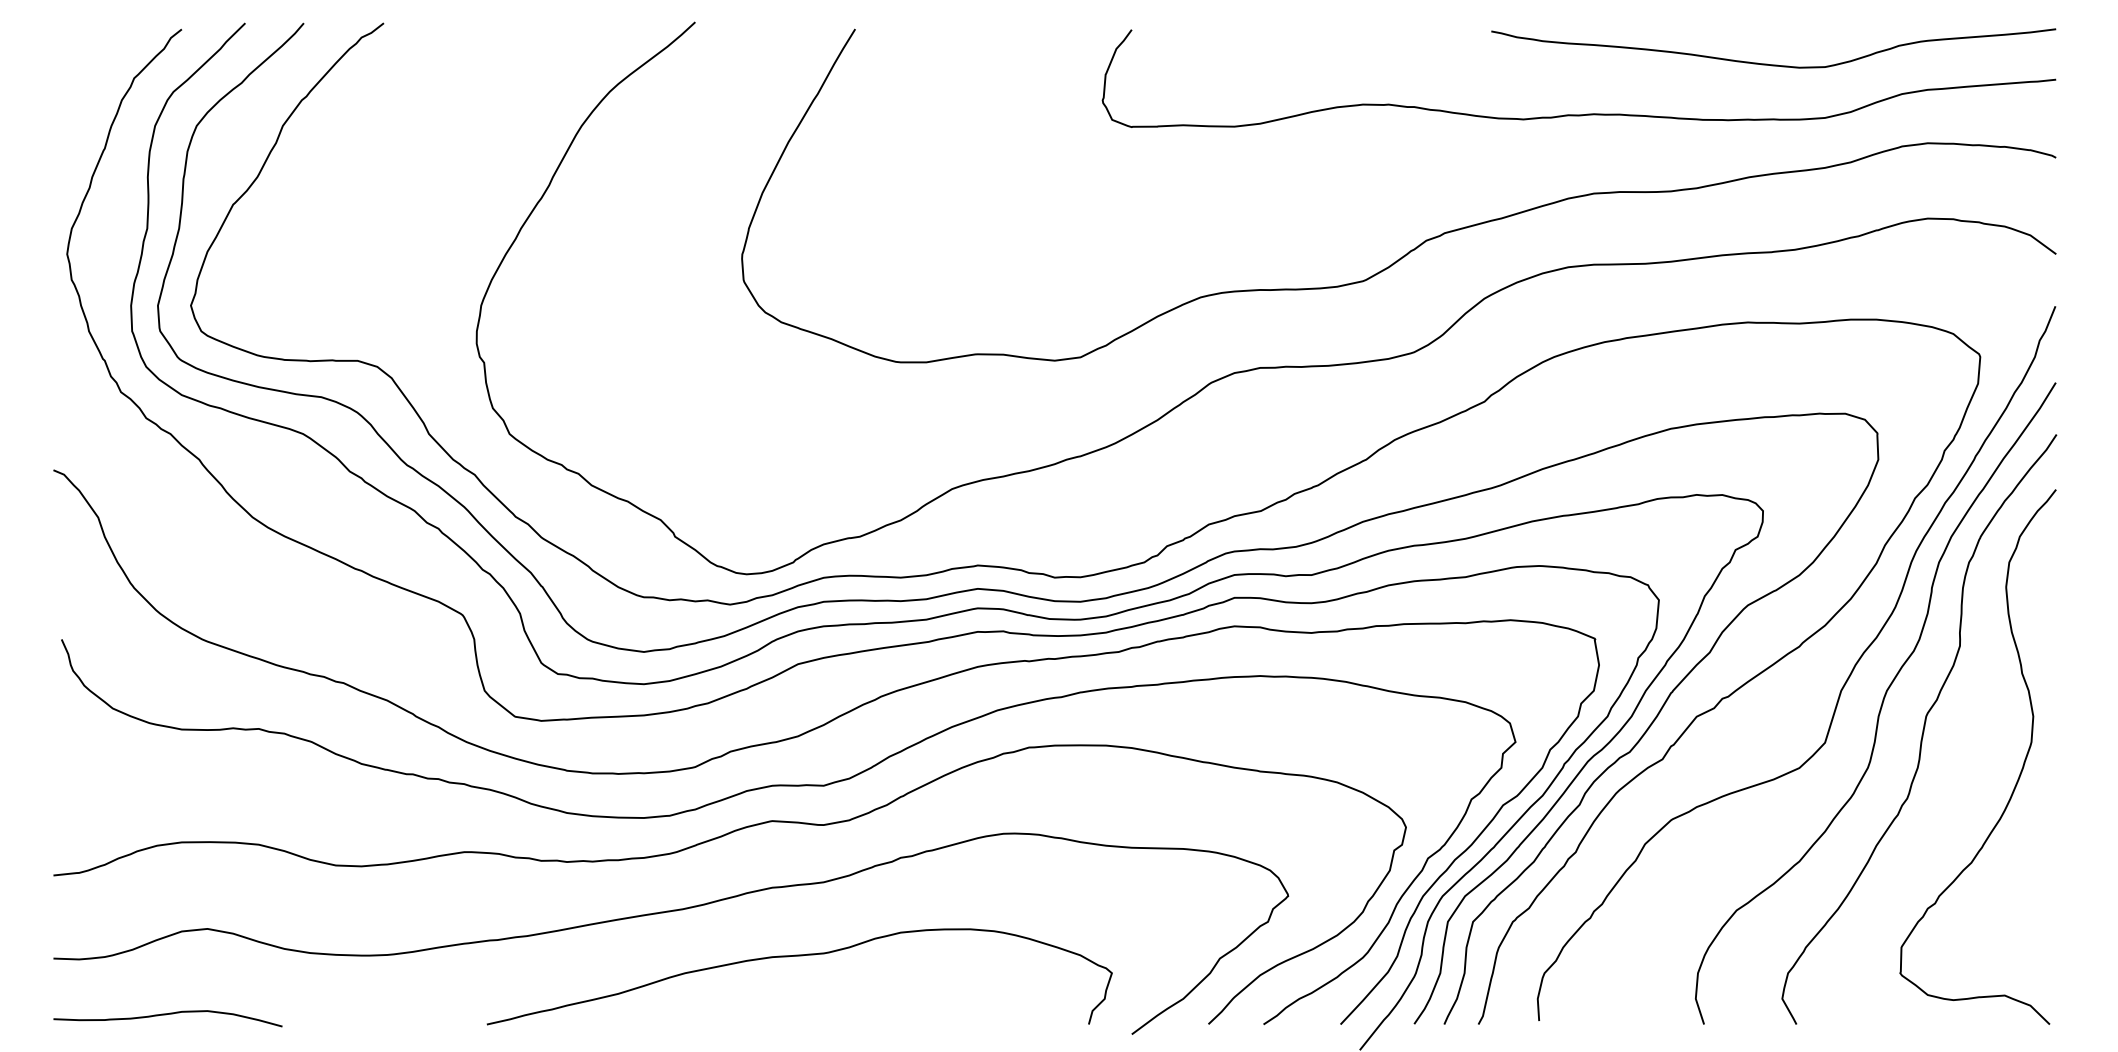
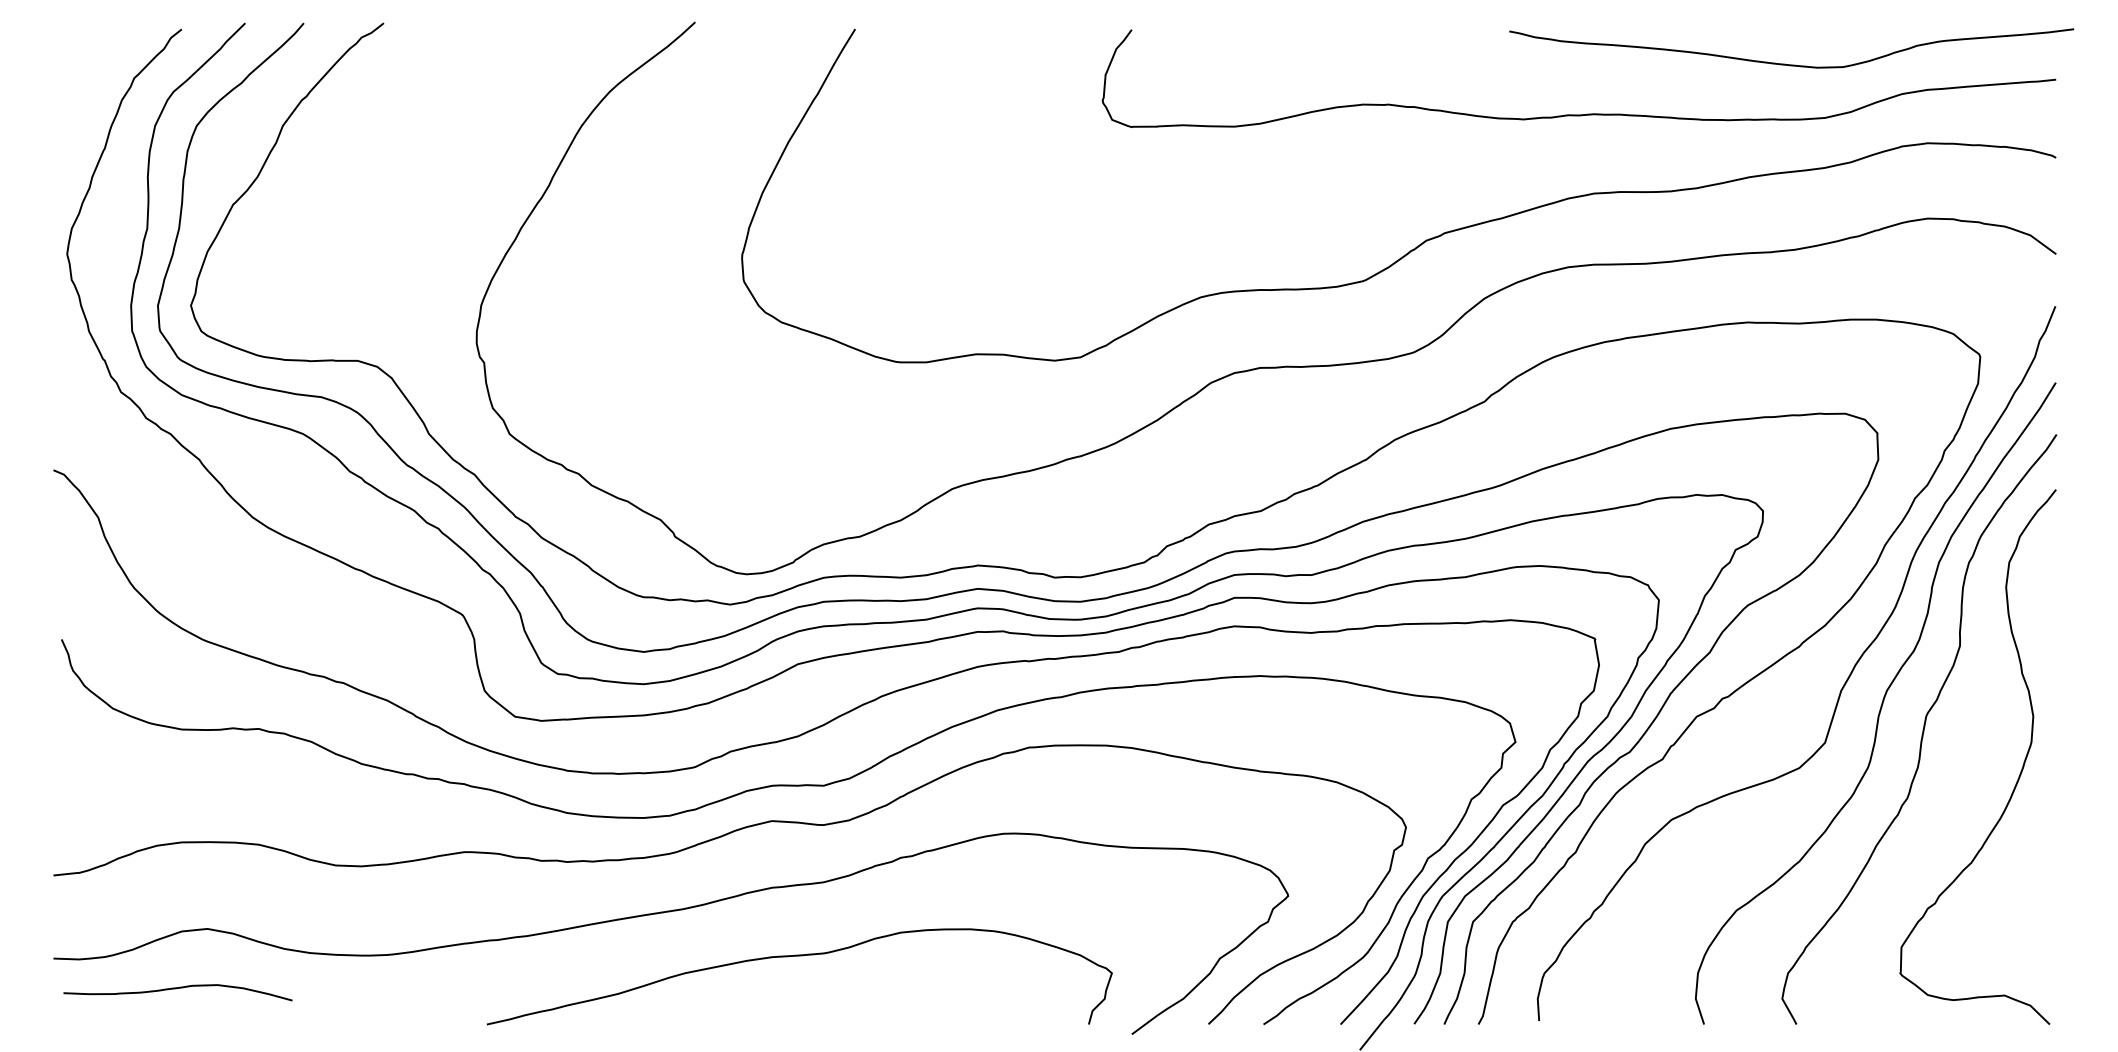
curve at (1773, 64) position: (1773, 64) -> (1791, 64)
curve at (166, 1015) position: (166, 1015) -> (176, 989)
